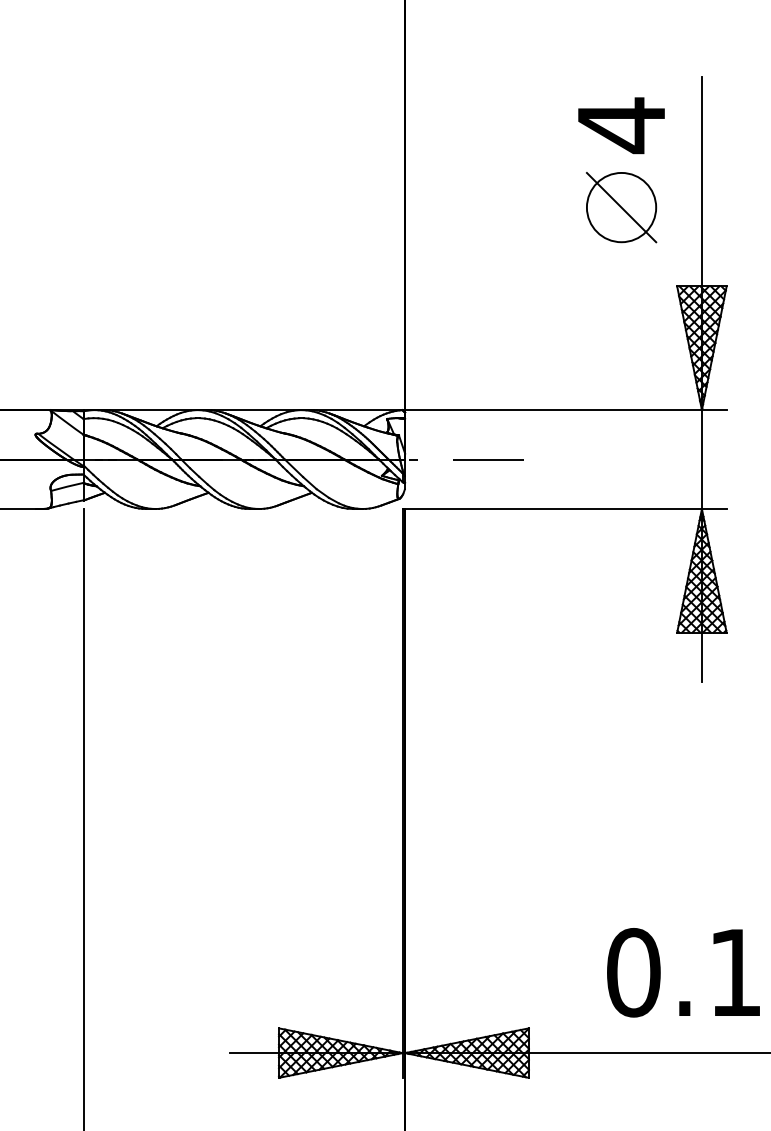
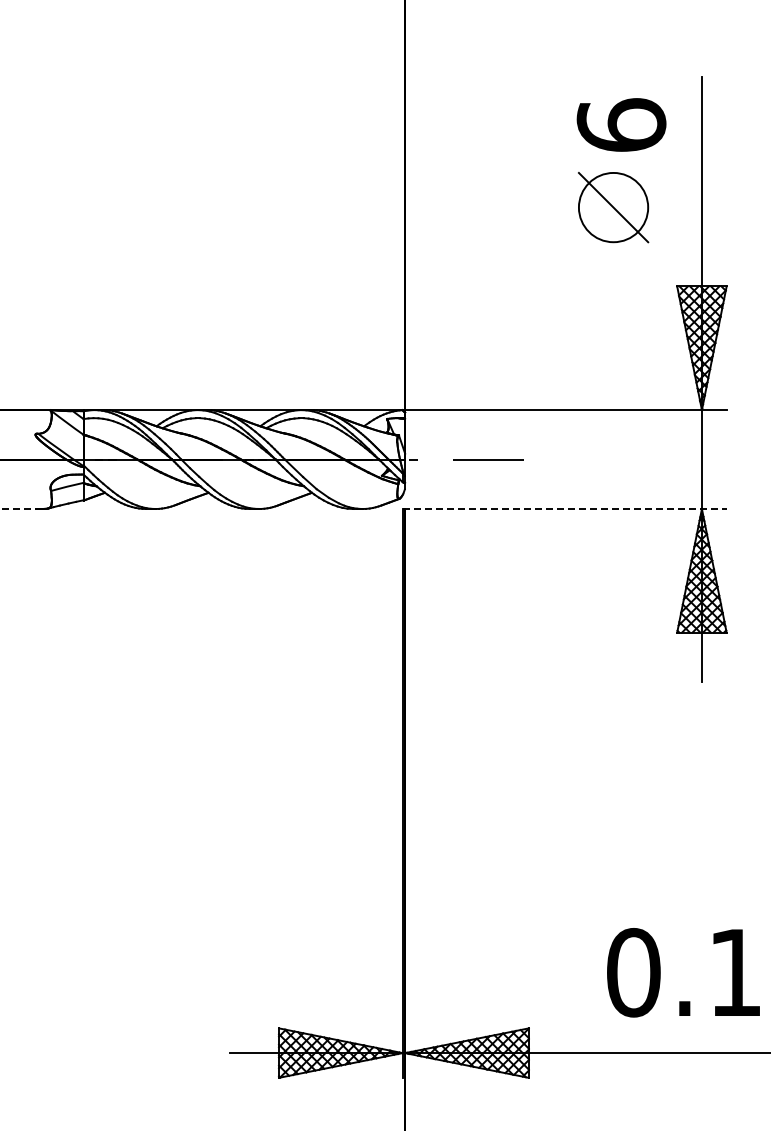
text at (621, 125): 4 -> 6
part at (621, 207) position: (621, 207) -> (613, 207)
line at (18, 509): solid -> dashed
line at (564, 509): solid -> dashed
line at (83, 818): present -> none
